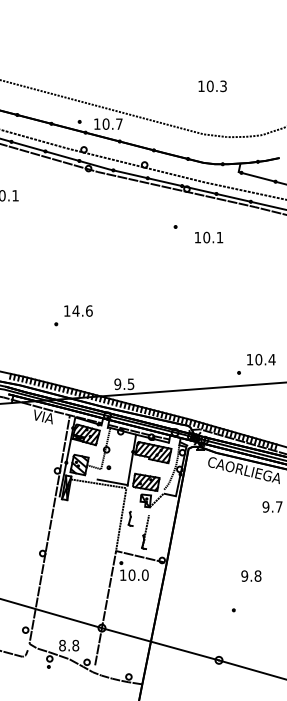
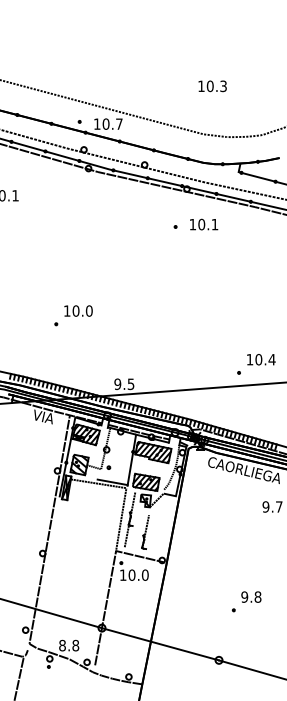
text at (209, 237) position: (209, 237) -> (204, 224)
text at (82, 310): 14.6 -> 10.0
line at (129, 519): none -> present
text at (251, 575) position: (251, 575) -> (251, 596)
line at (19, 677): none -> present
